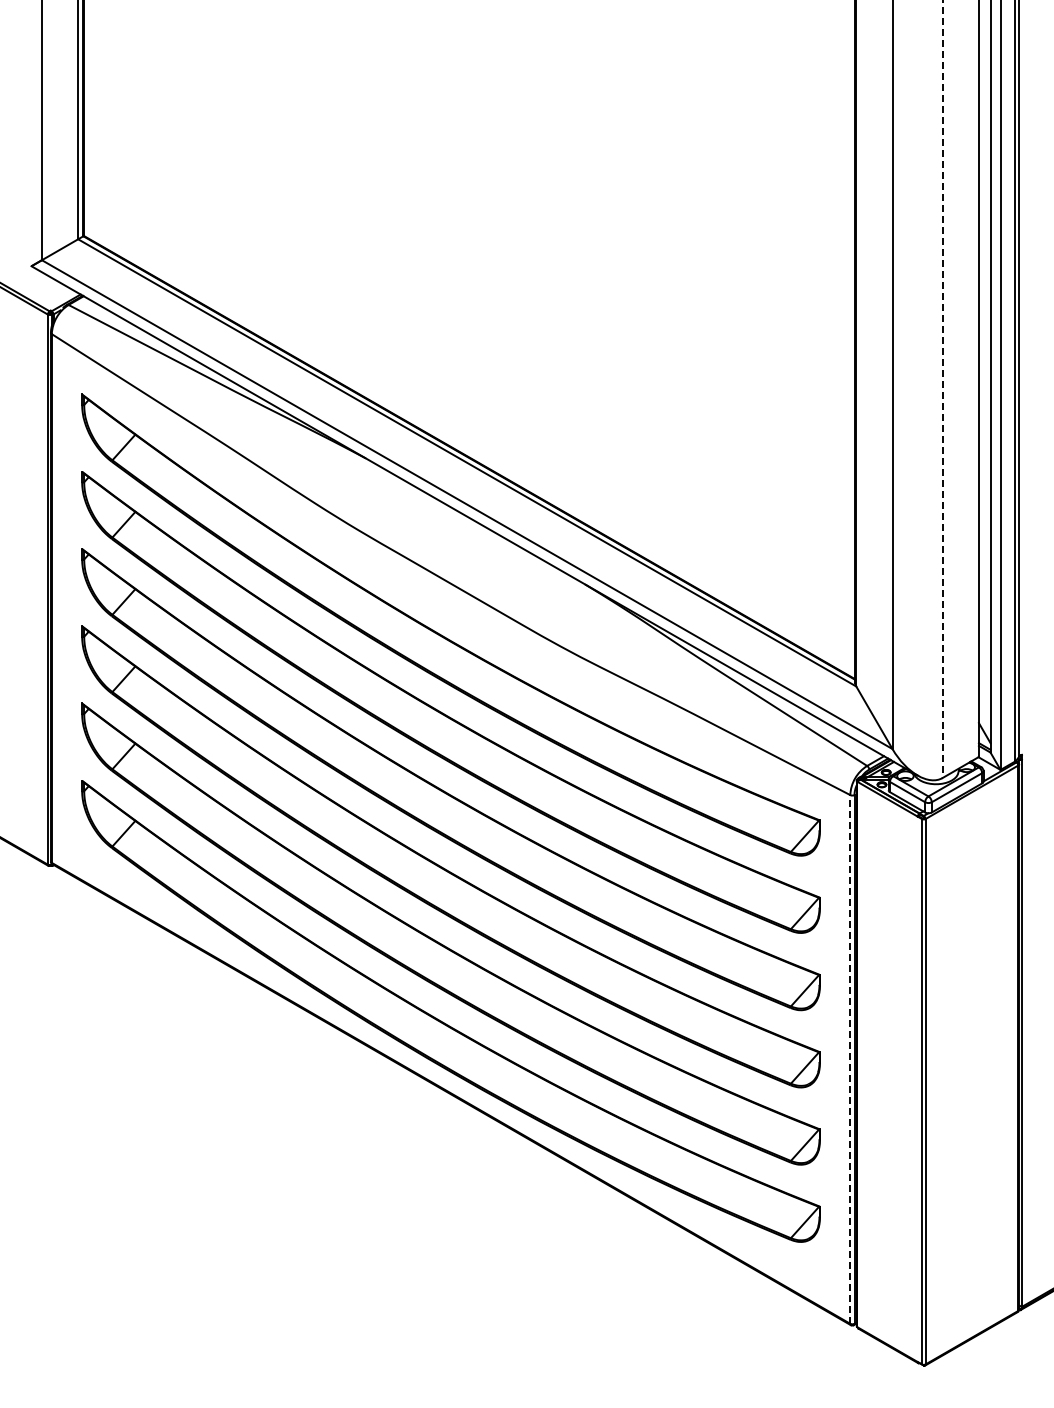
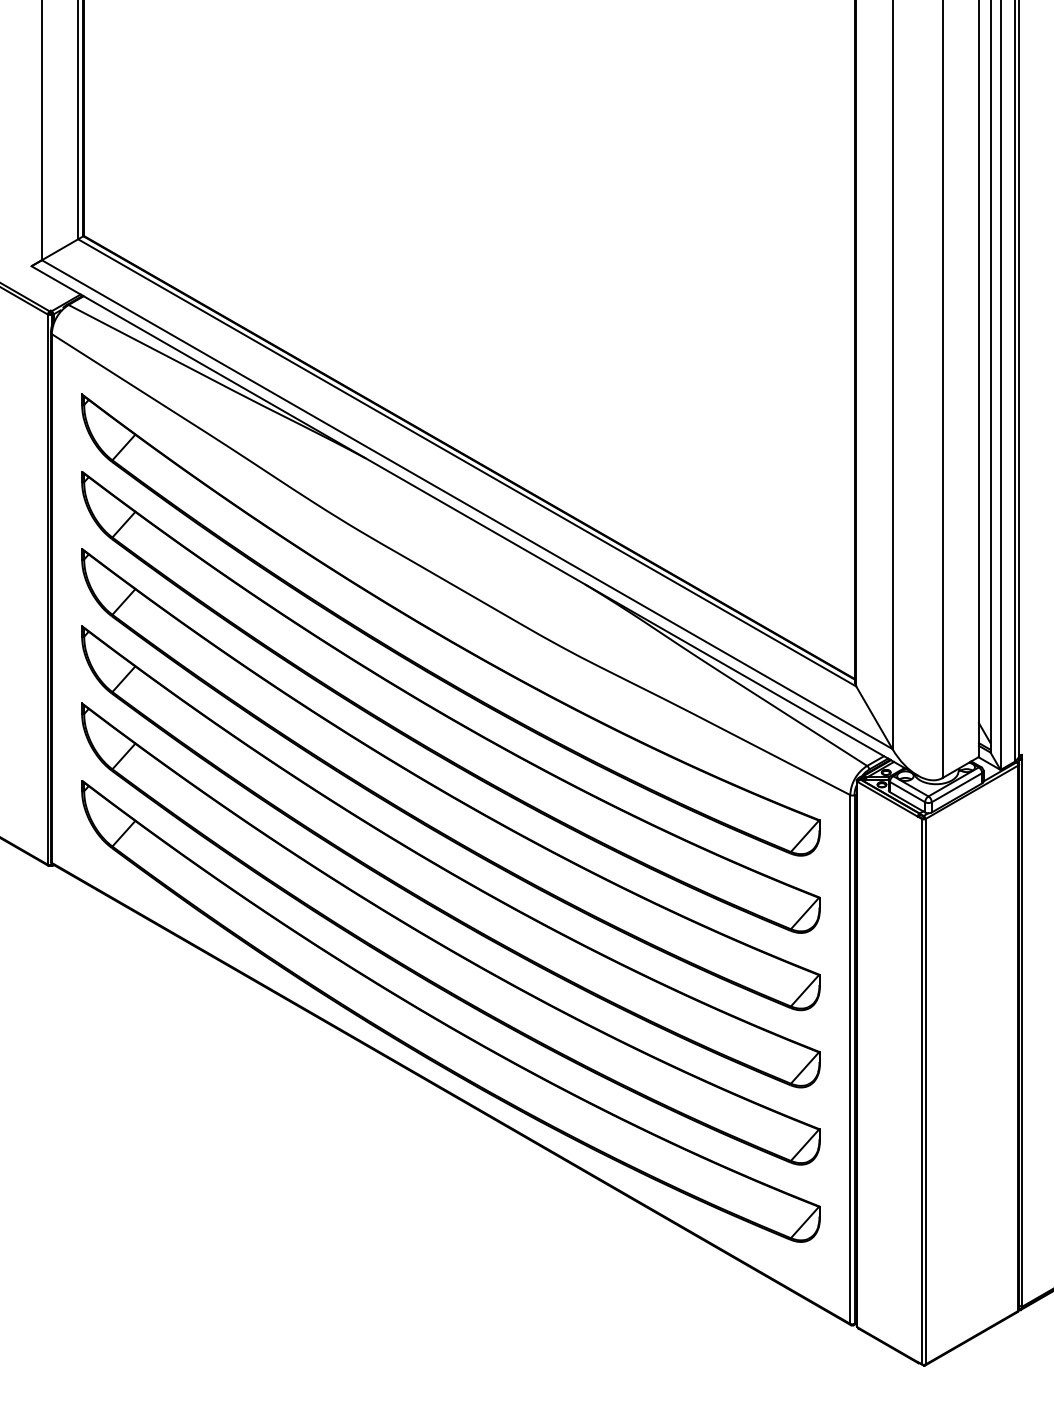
line at (942, 389): dashed -> solid
line at (850, 1058): dashed -> solid
